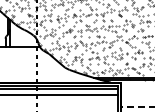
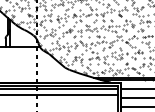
line at (135, 89): none -> present
line at (135, 97): none -> present
line at (137, 106): dashed -> solid
